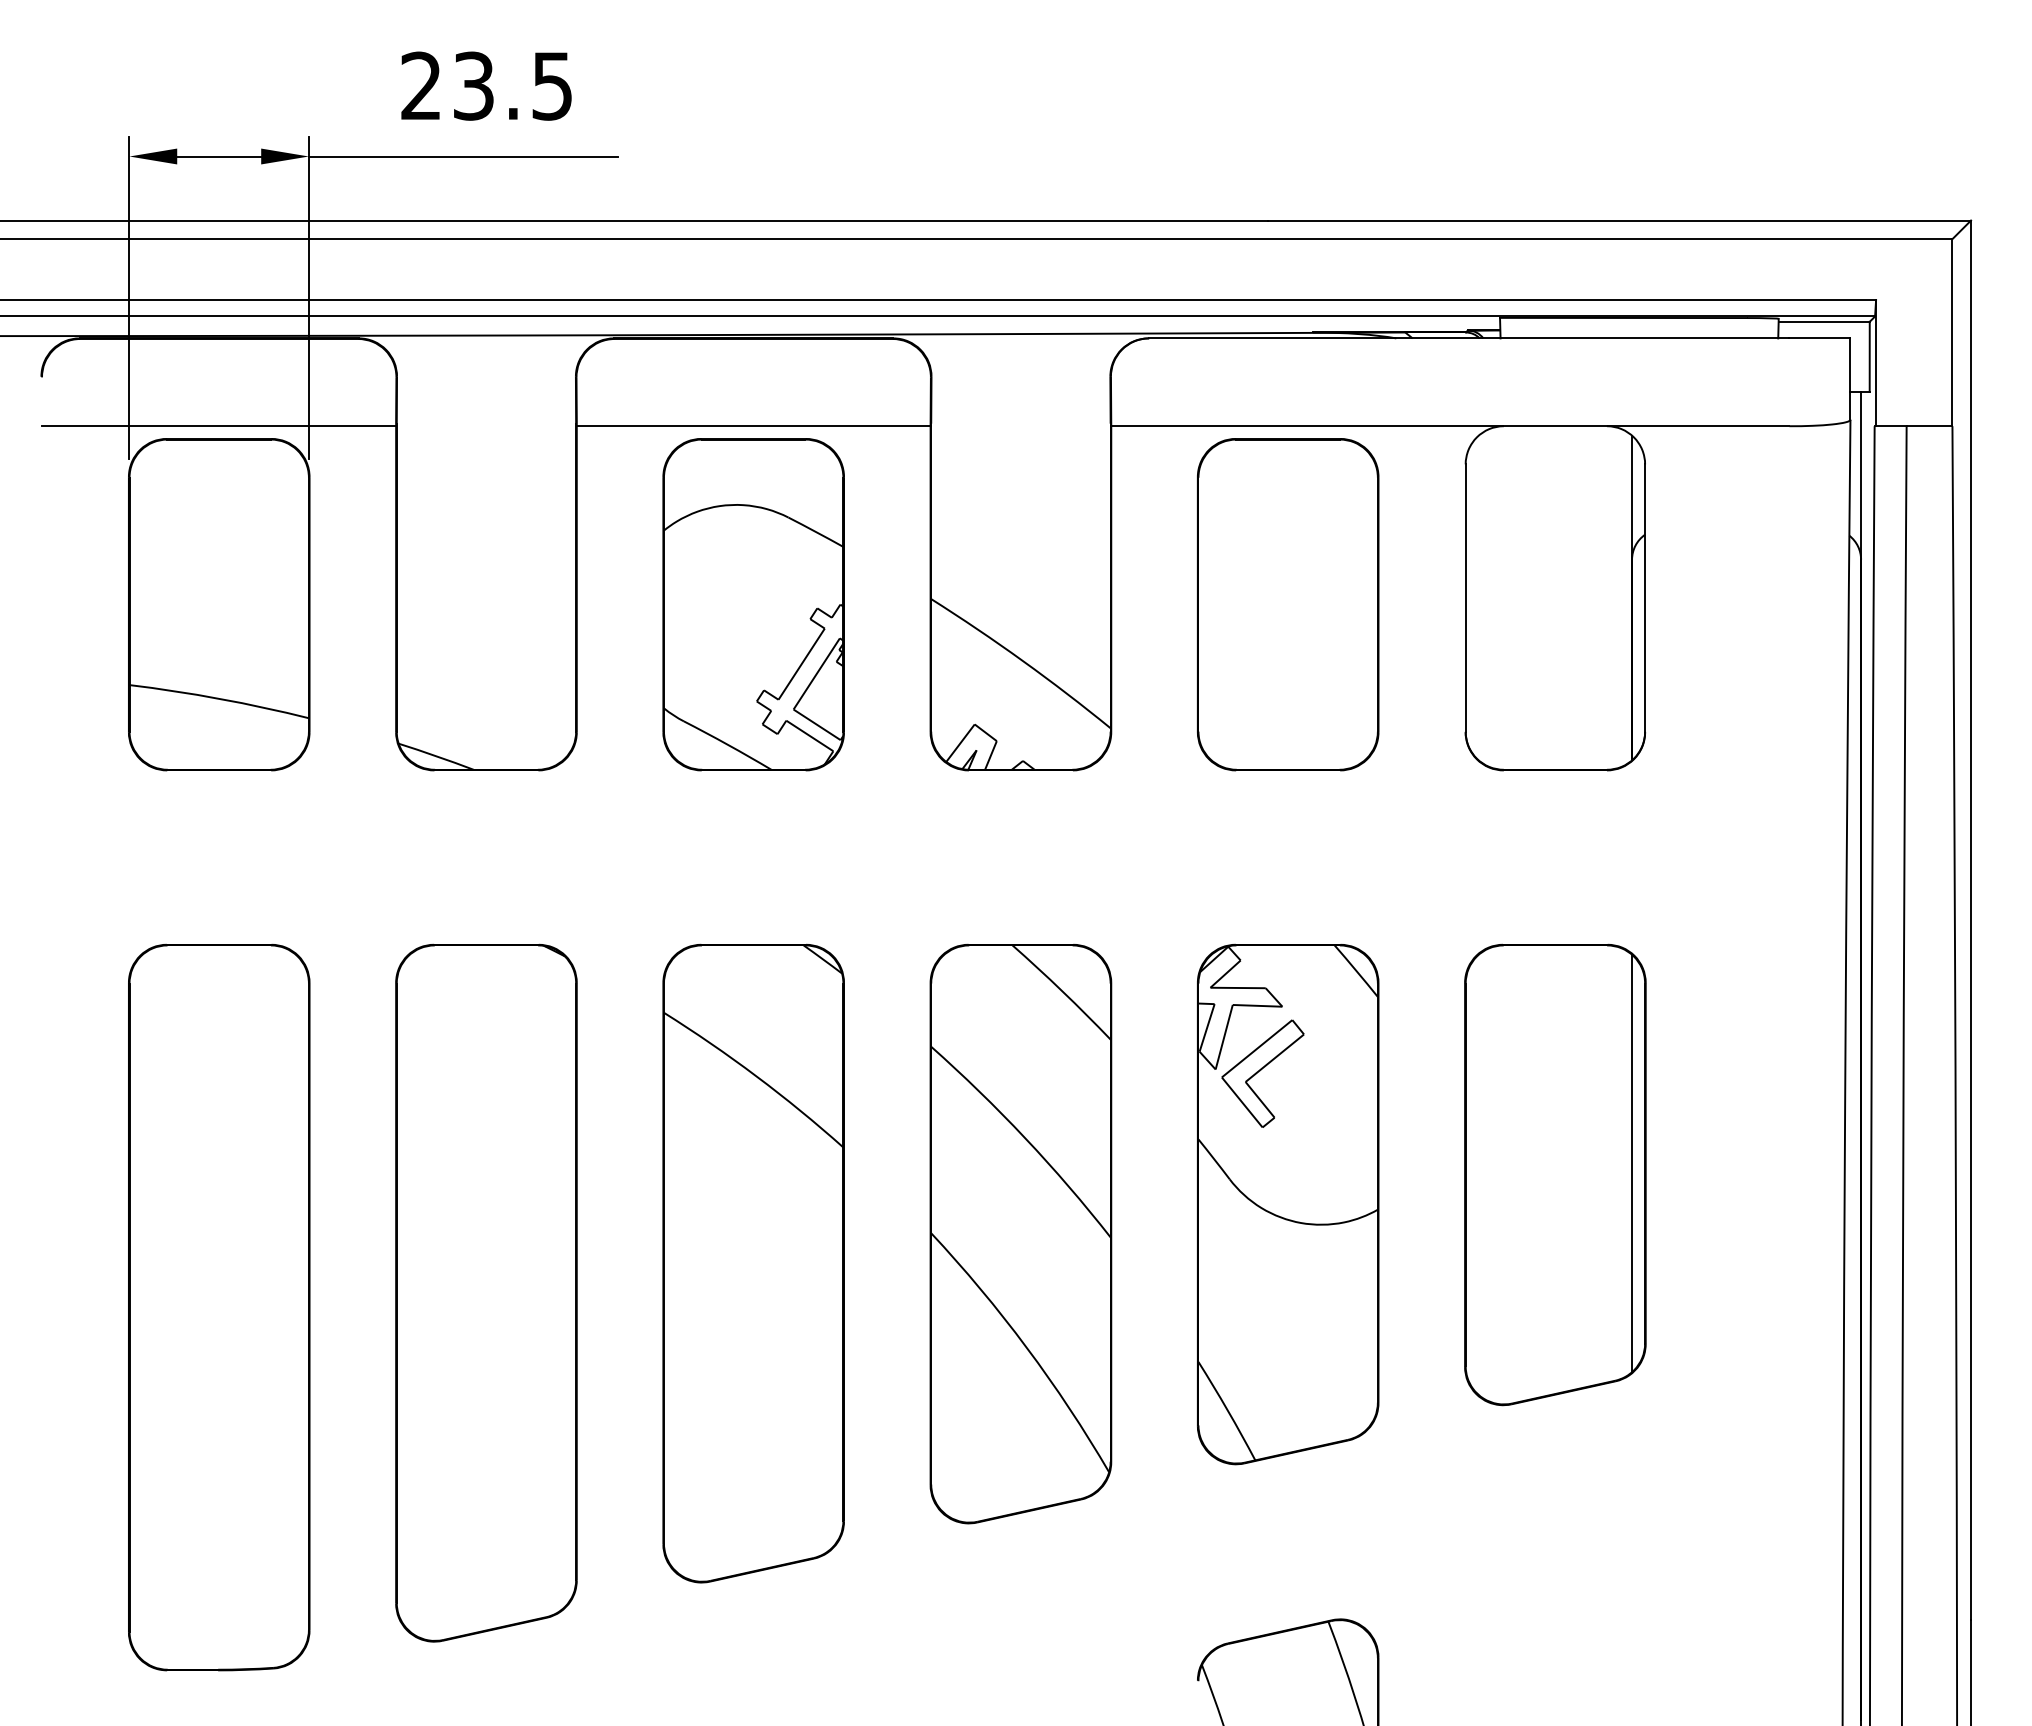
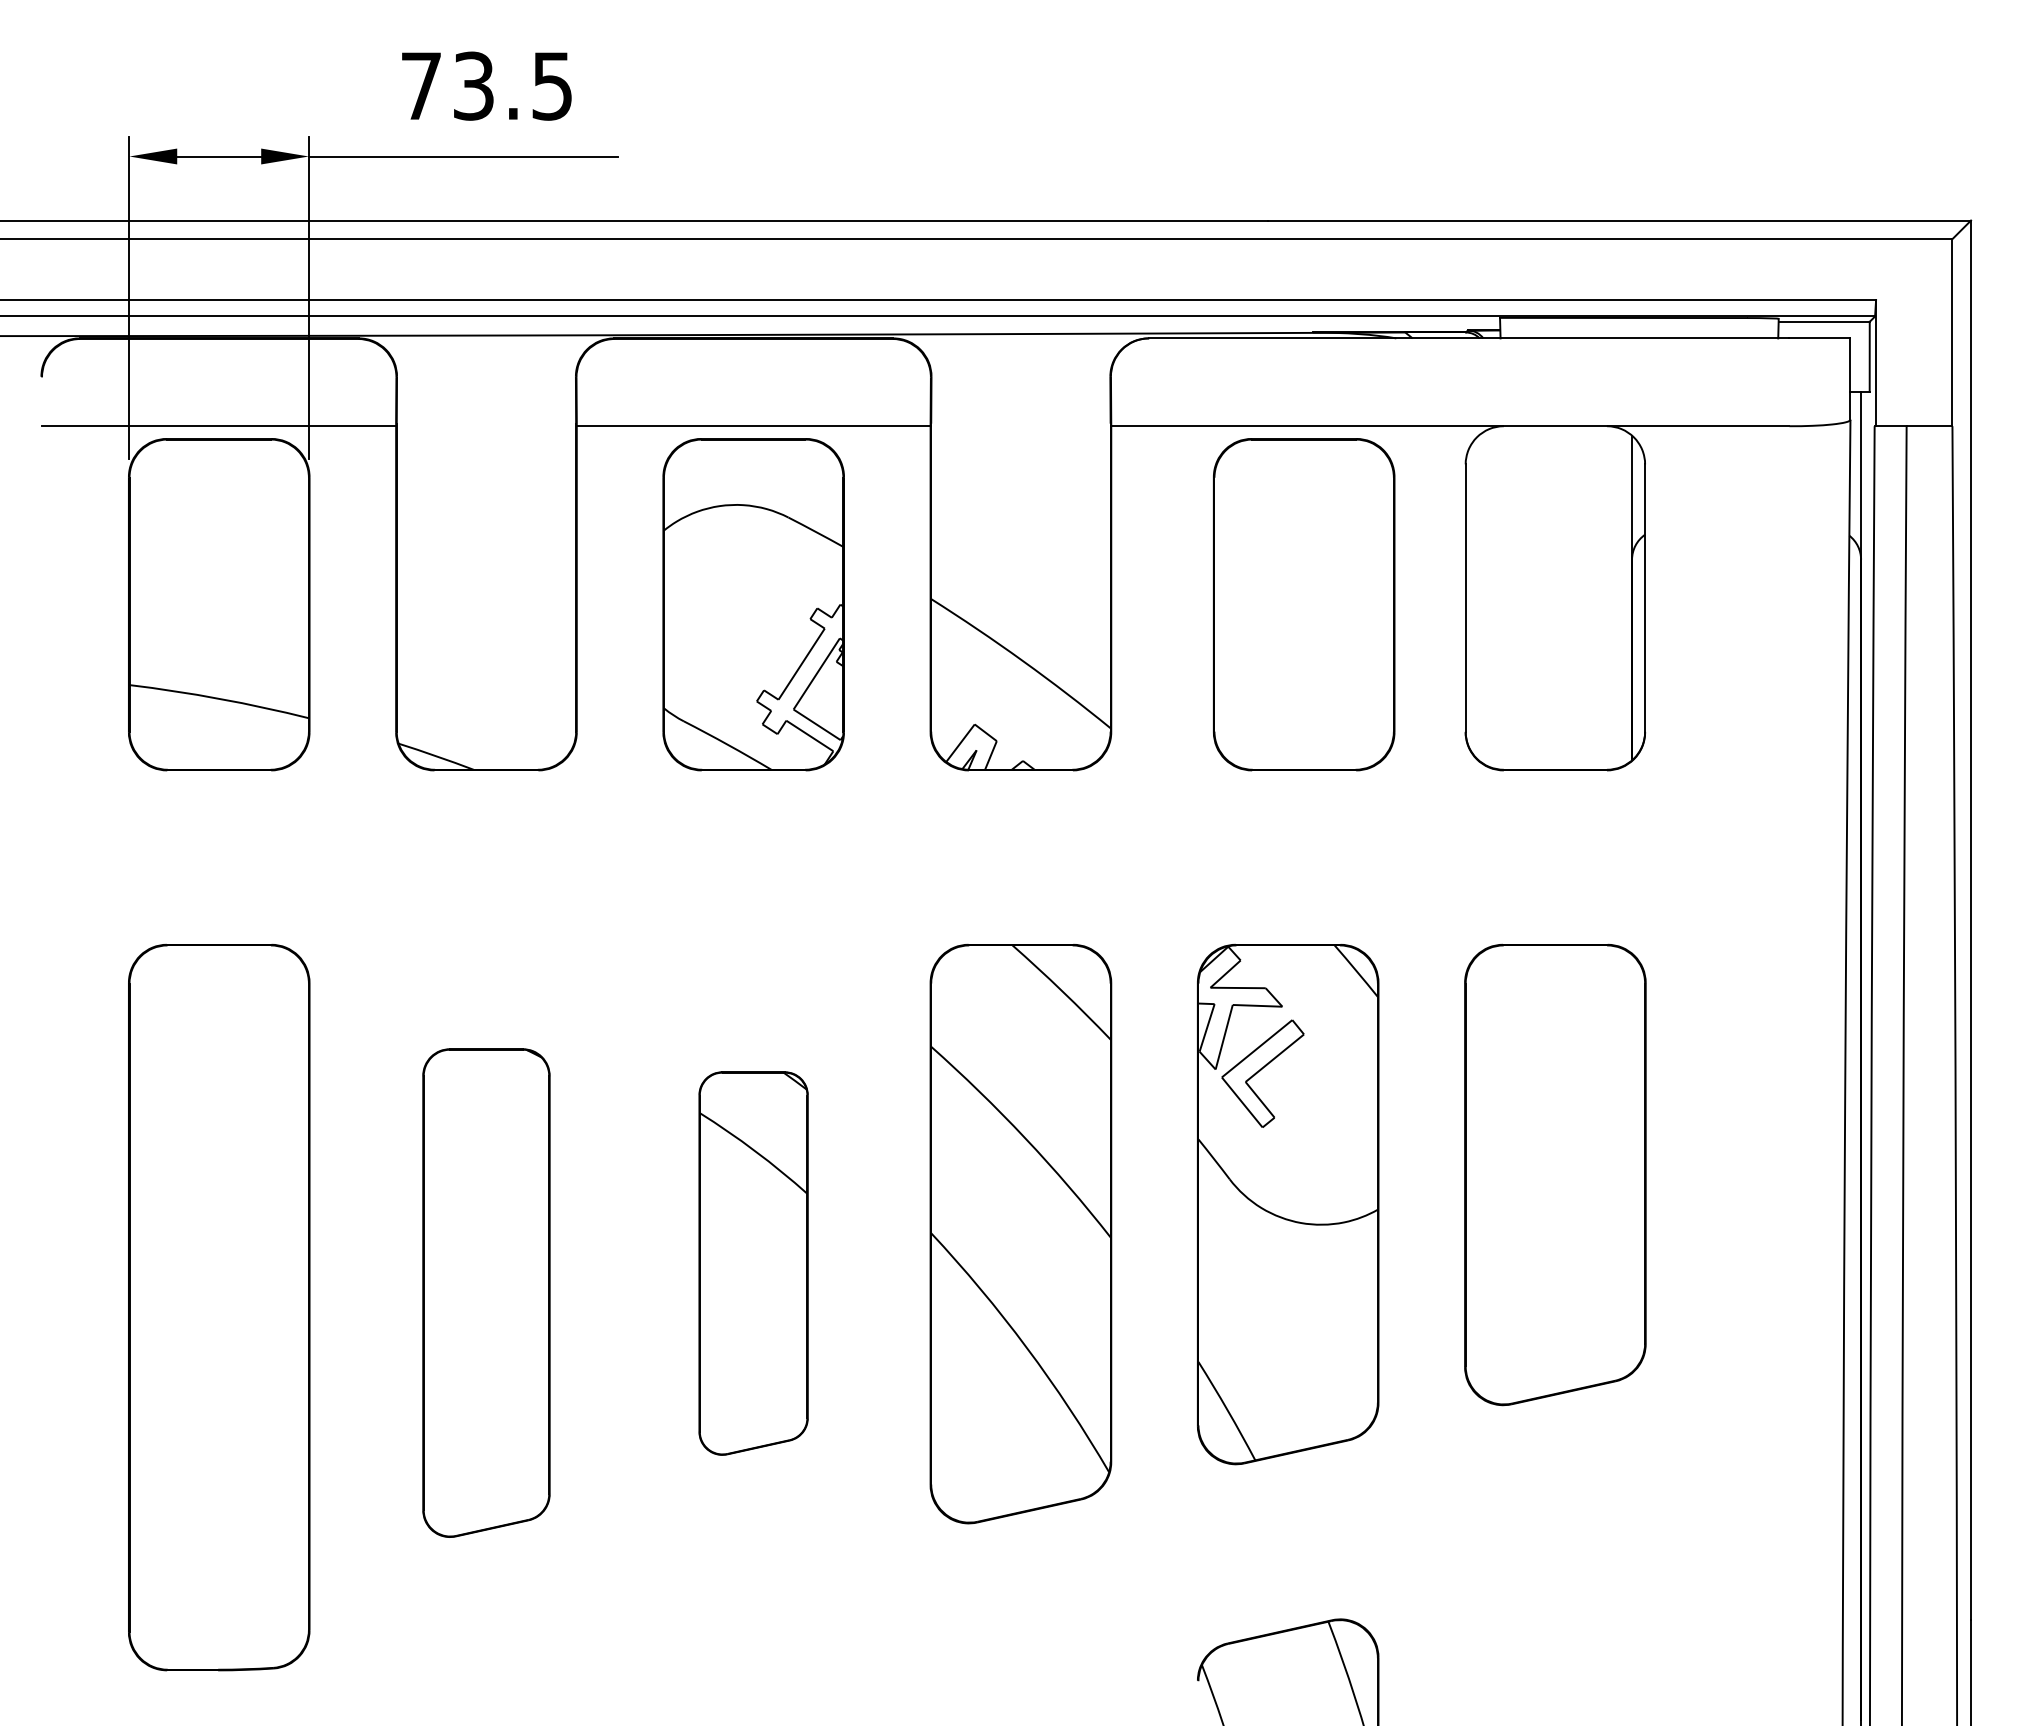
text at (420, 85): 23.5 -> 73.5
part at (1288, 604) position: (1288, 604) -> (1304, 604)
line at (1632, 1163): present -> none
part at (753, 1263) size: 183x641 px -> 111x385 px
part at (486, 1292) size: 183x700 px -> 129x490 px
